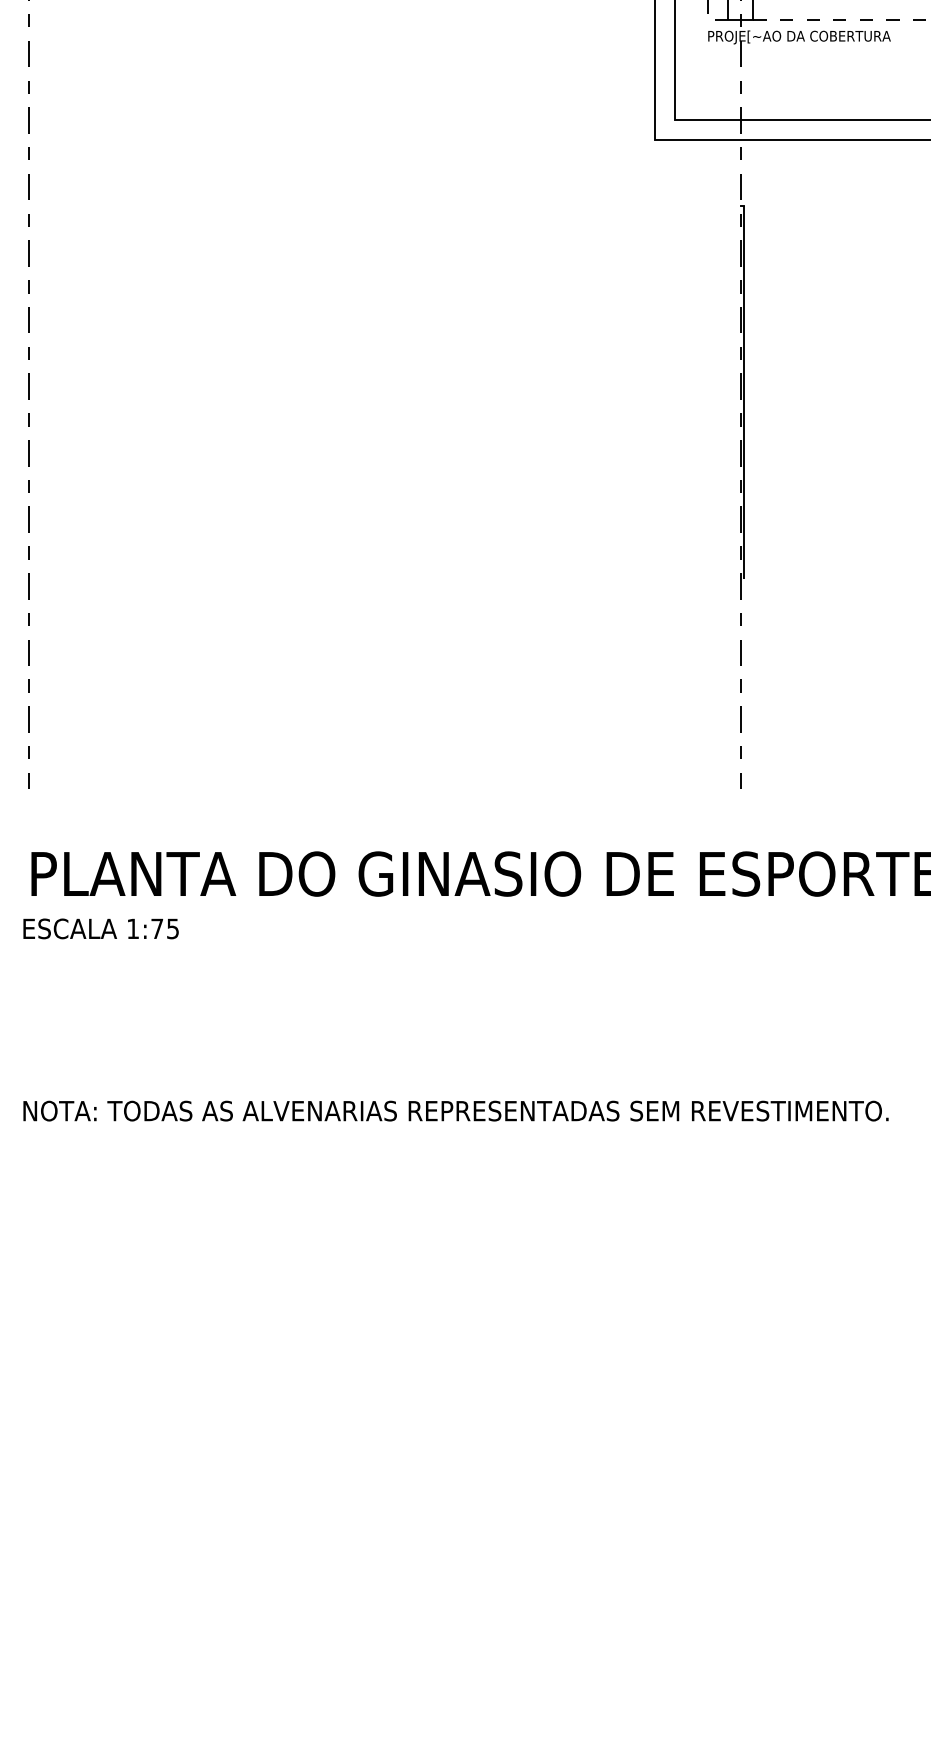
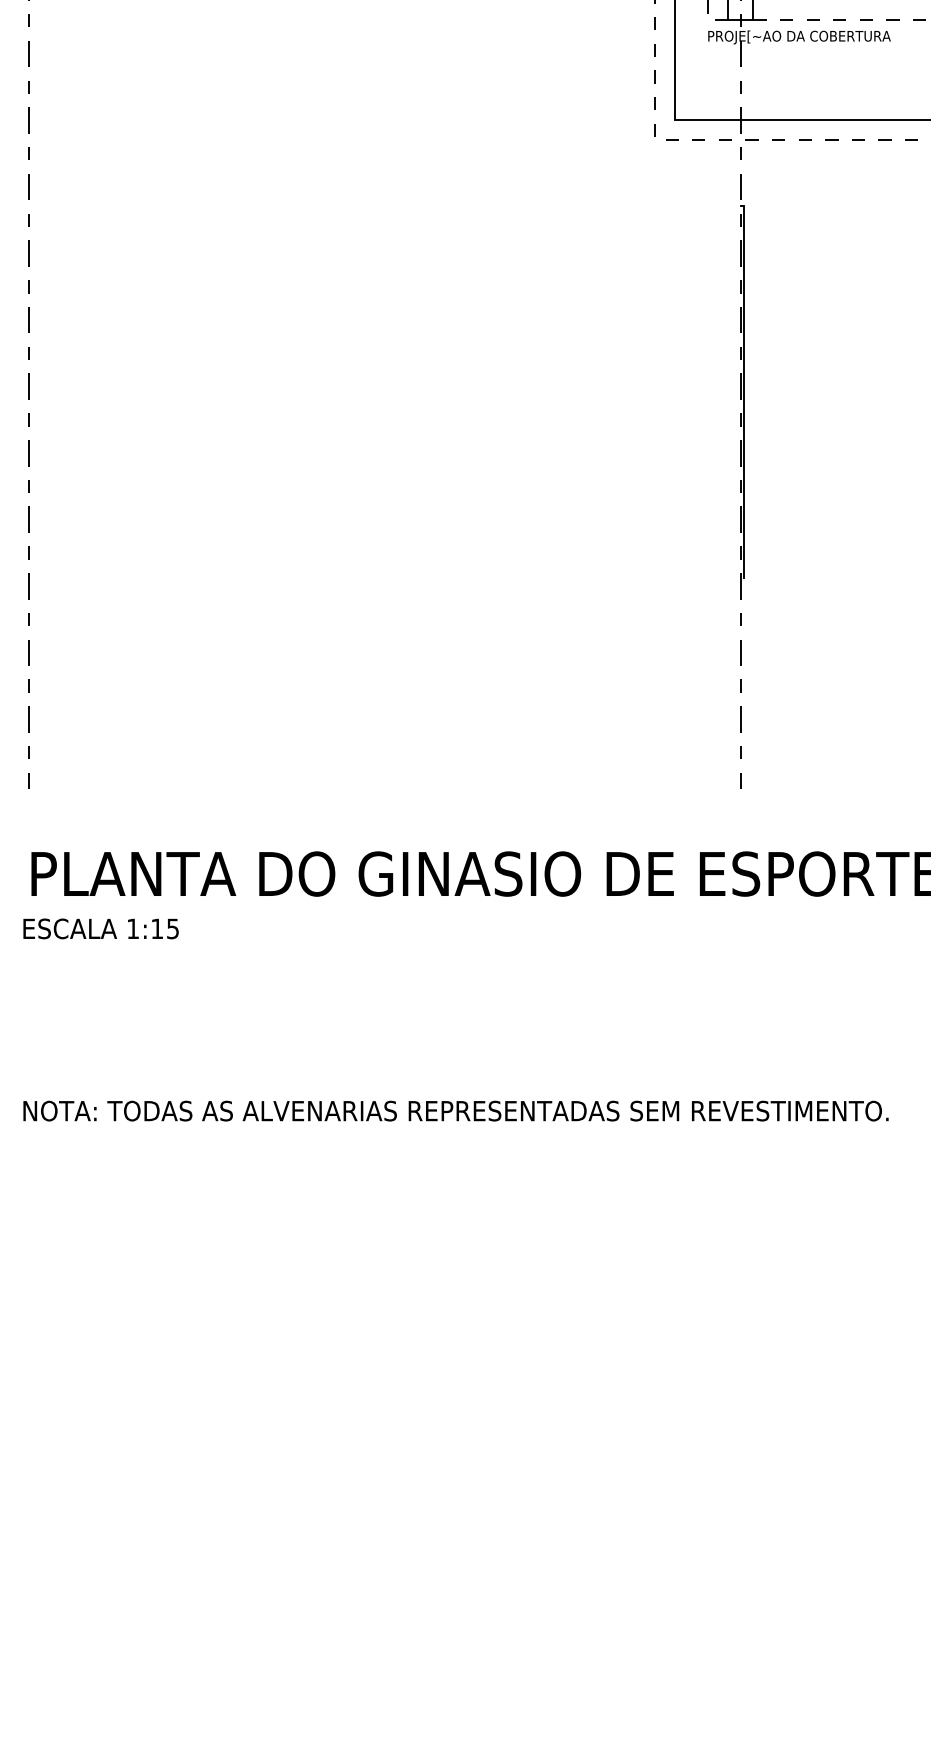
line at (722, 139): solid -> dashed
text at (157, 928): 1:75 -> 1:15
